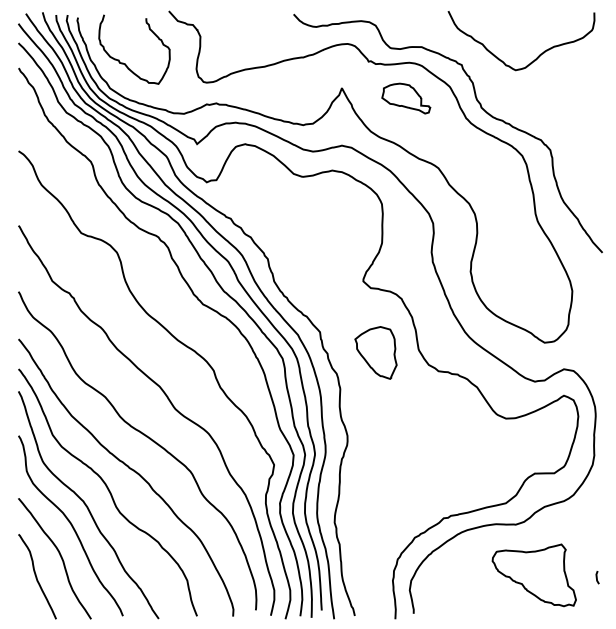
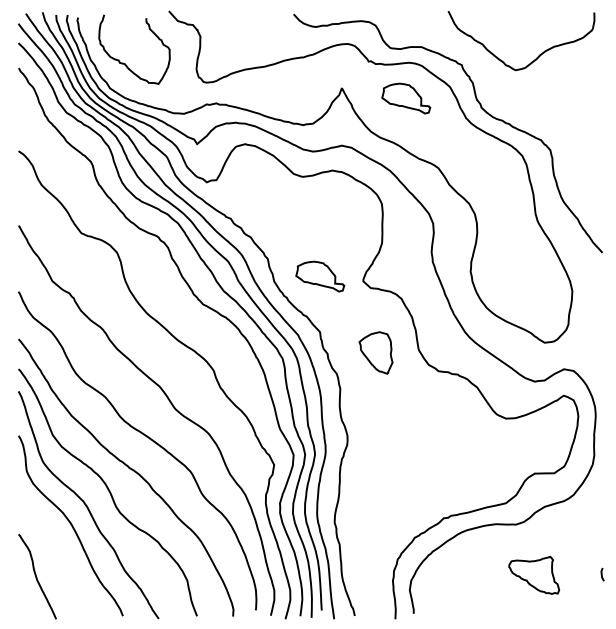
part at (320, 276): none -> present
part at (375, 352) size: 44x54 px -> 36x44 px
curve at (59, 555): present -> none
part at (533, 575) size: 86x65 px -> 53x39 px
line at (597, 577) position: (597, 577) -> (602, 574)
